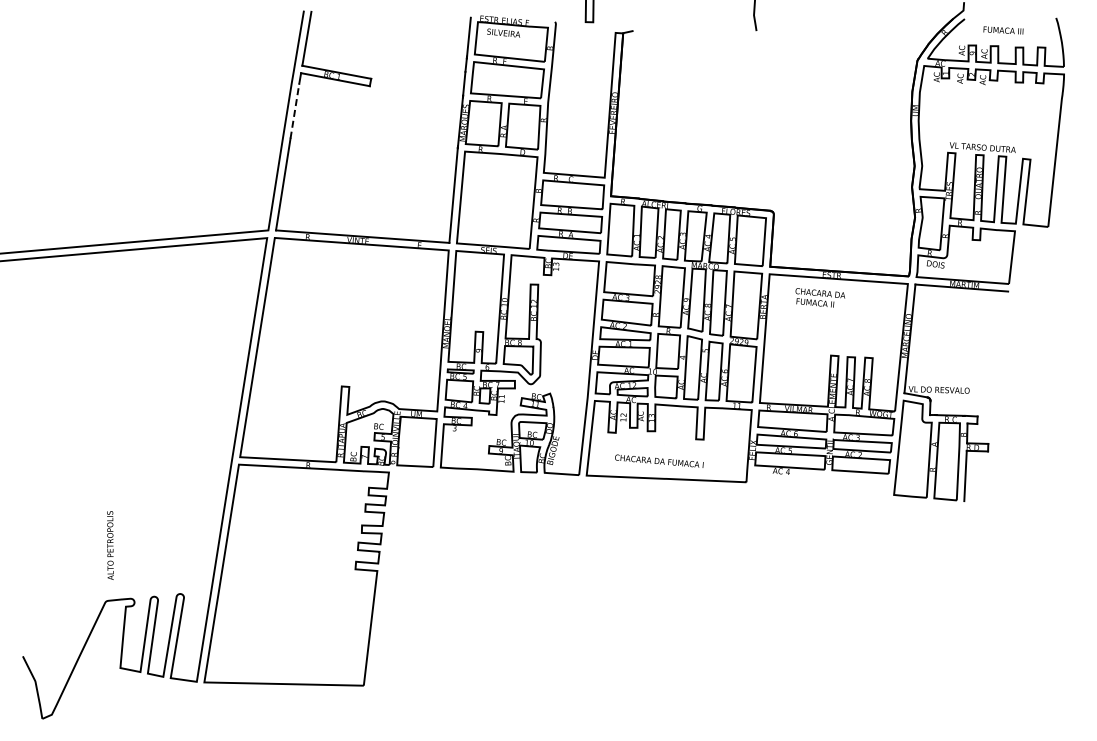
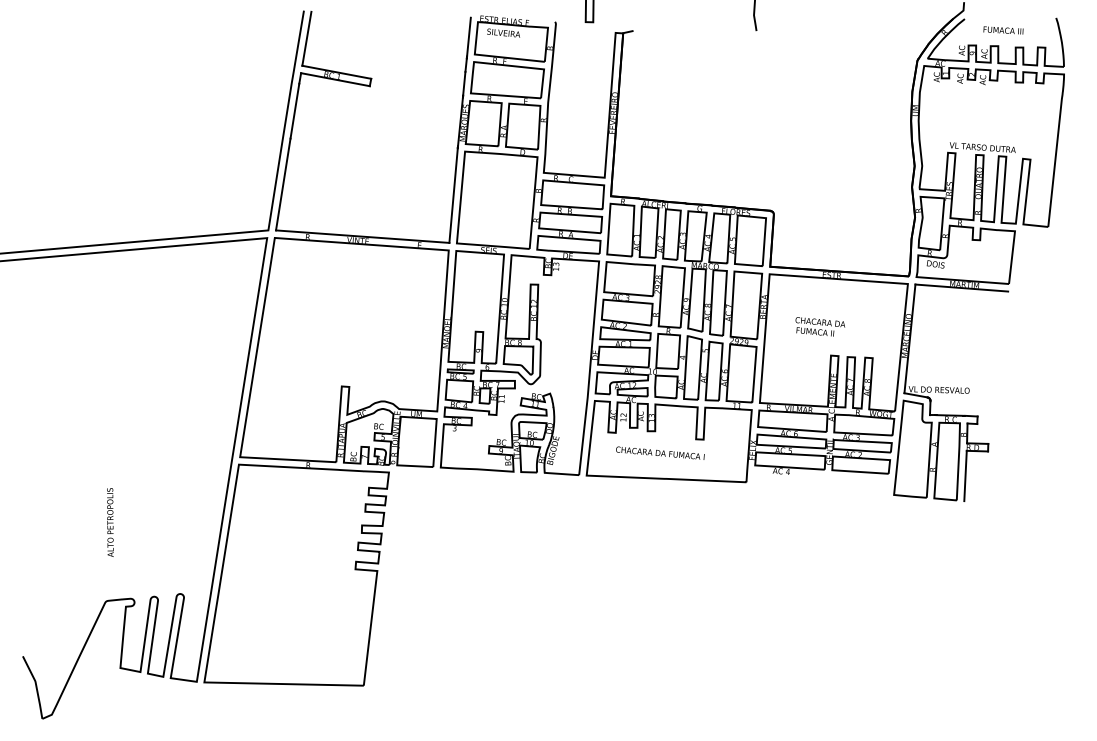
line at (294, 111): dashed -> solid
text at (820, 297) position: (820, 297) -> (820, 326)
text at (659, 460) position: (659, 460) -> (660, 452)
text at (110, 545) position: (110, 545) -> (110, 522)
